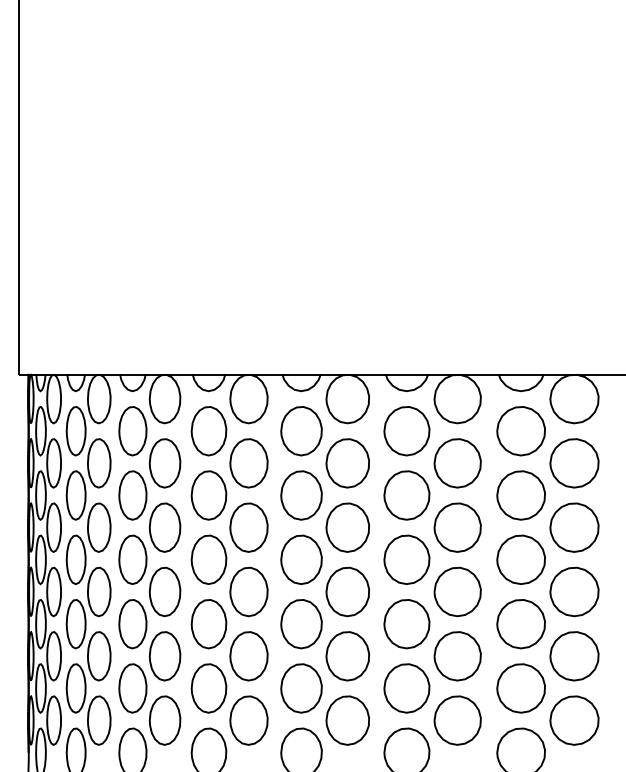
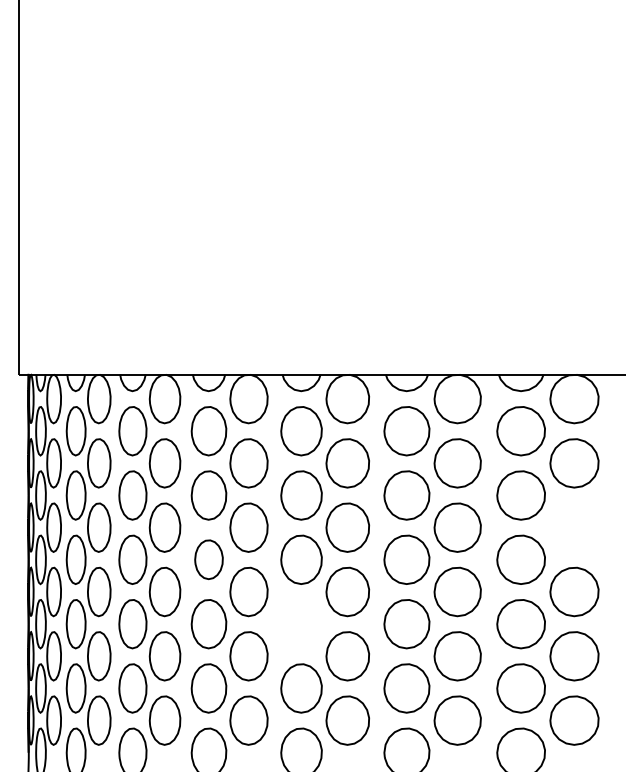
part at (574, 527): present -> none
part at (208, 559) size: 38x51 px -> 30x42 px
part at (301, 624): present -> none
